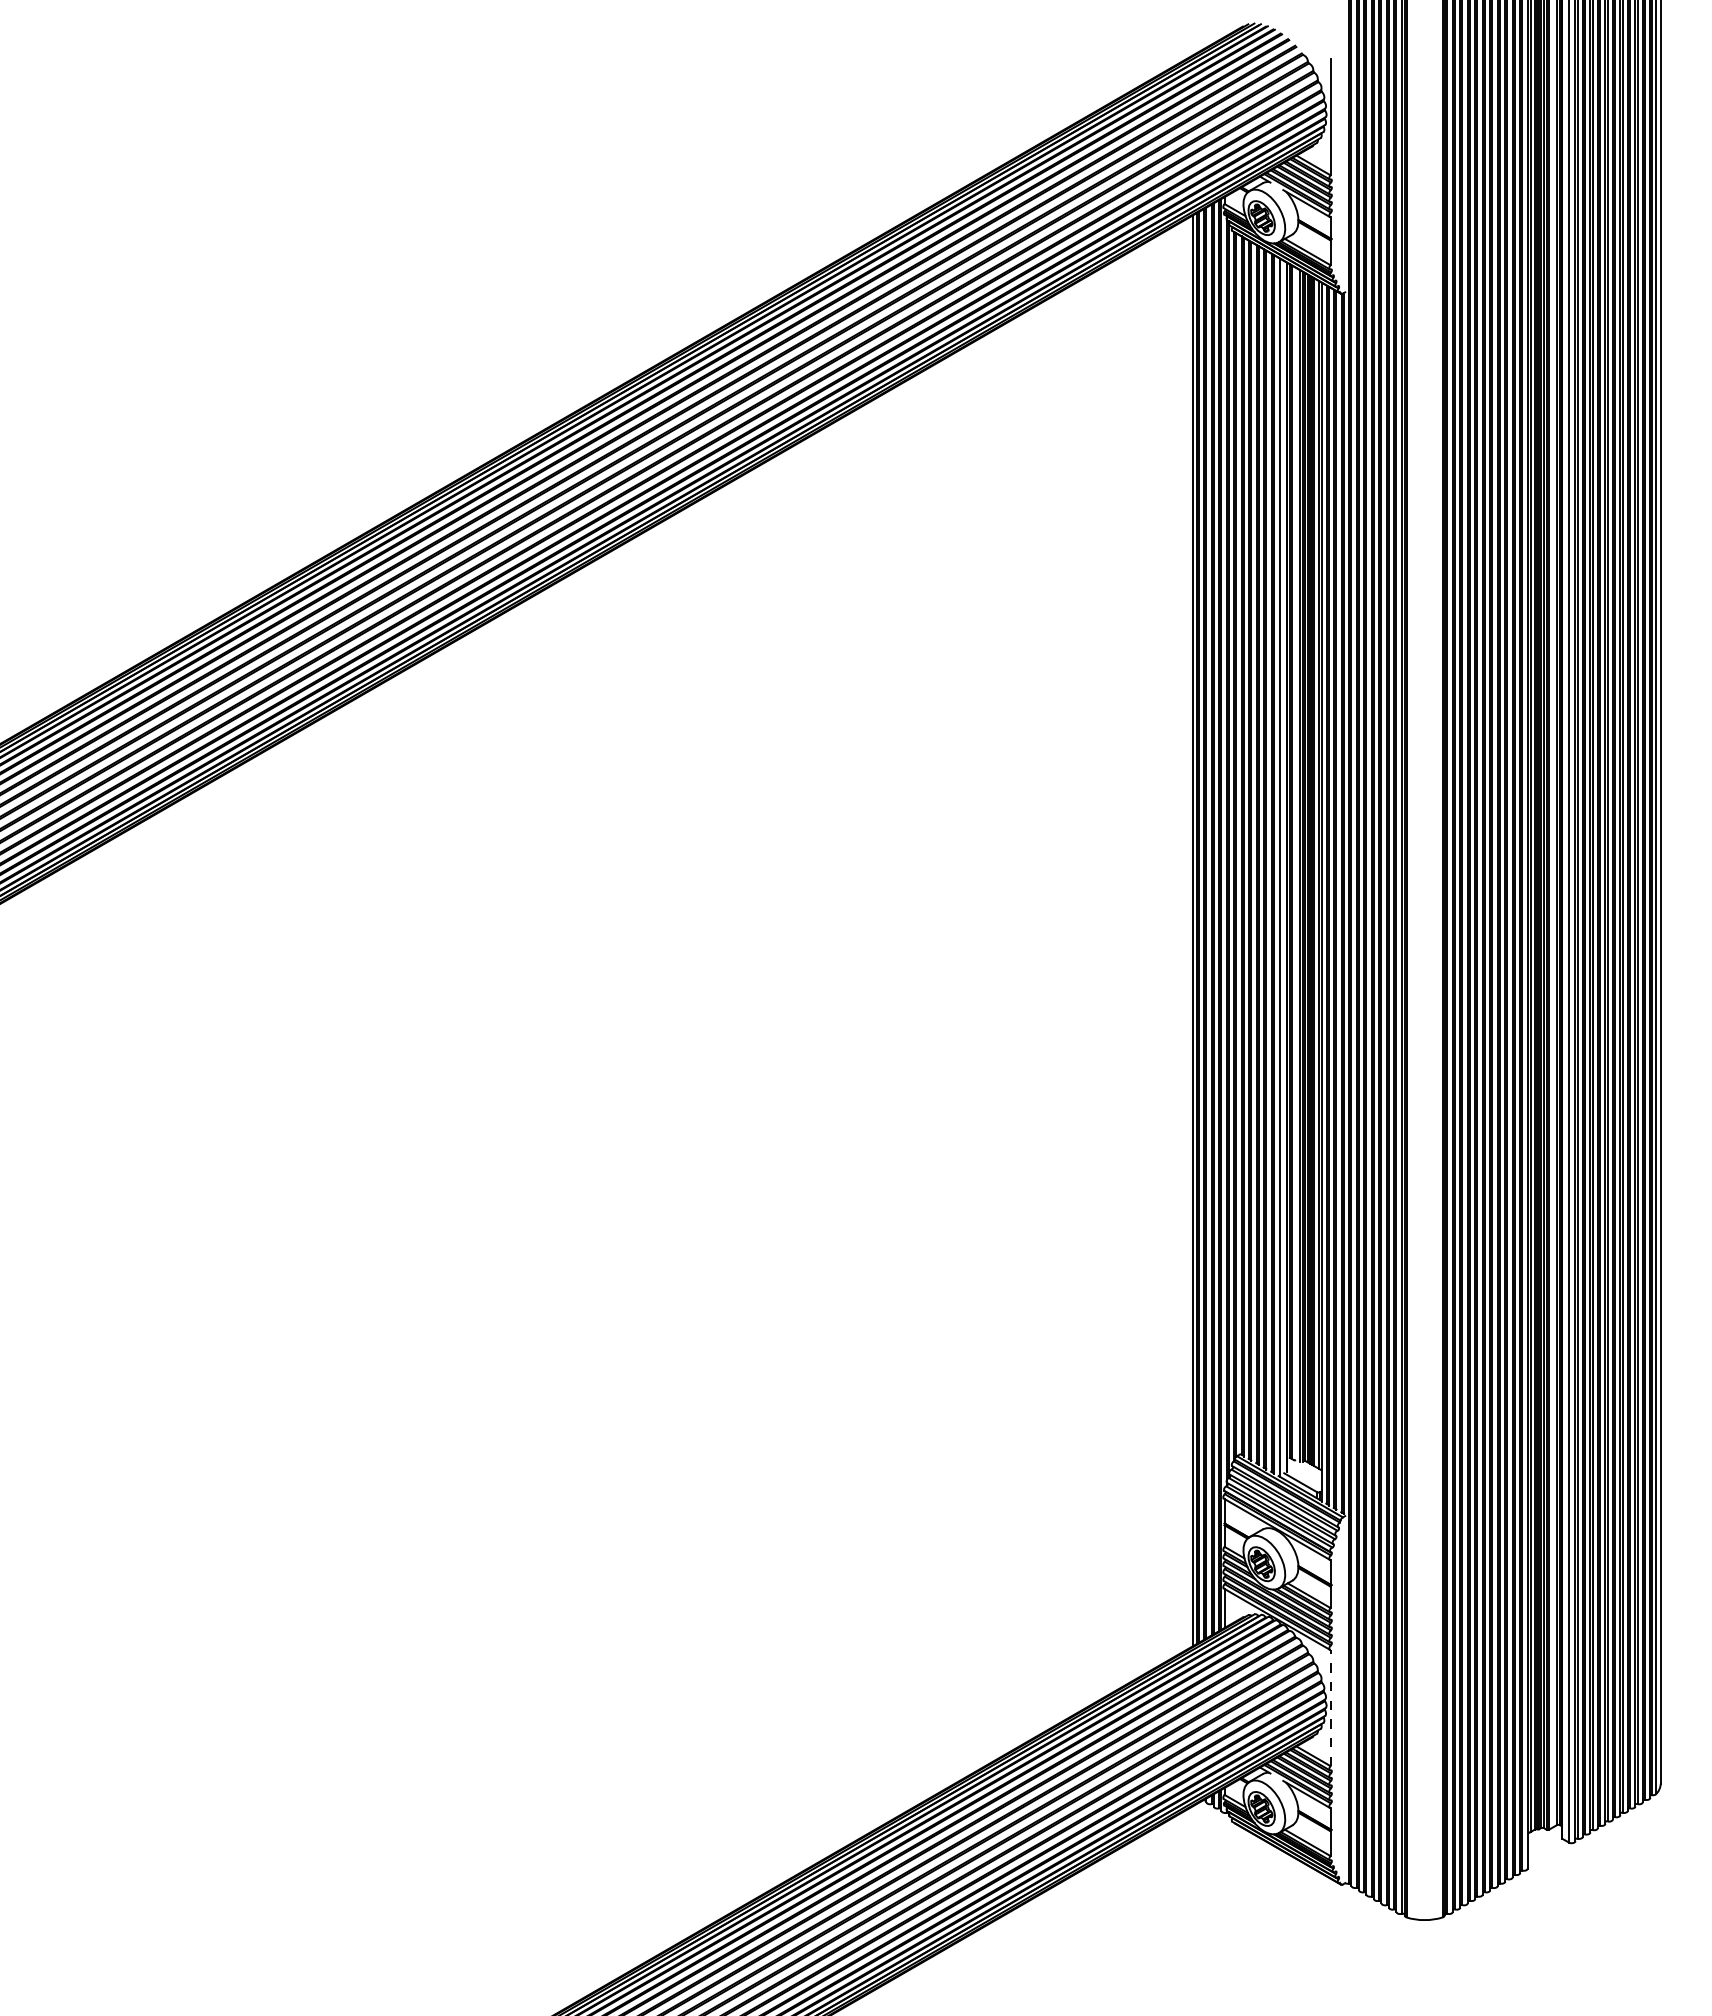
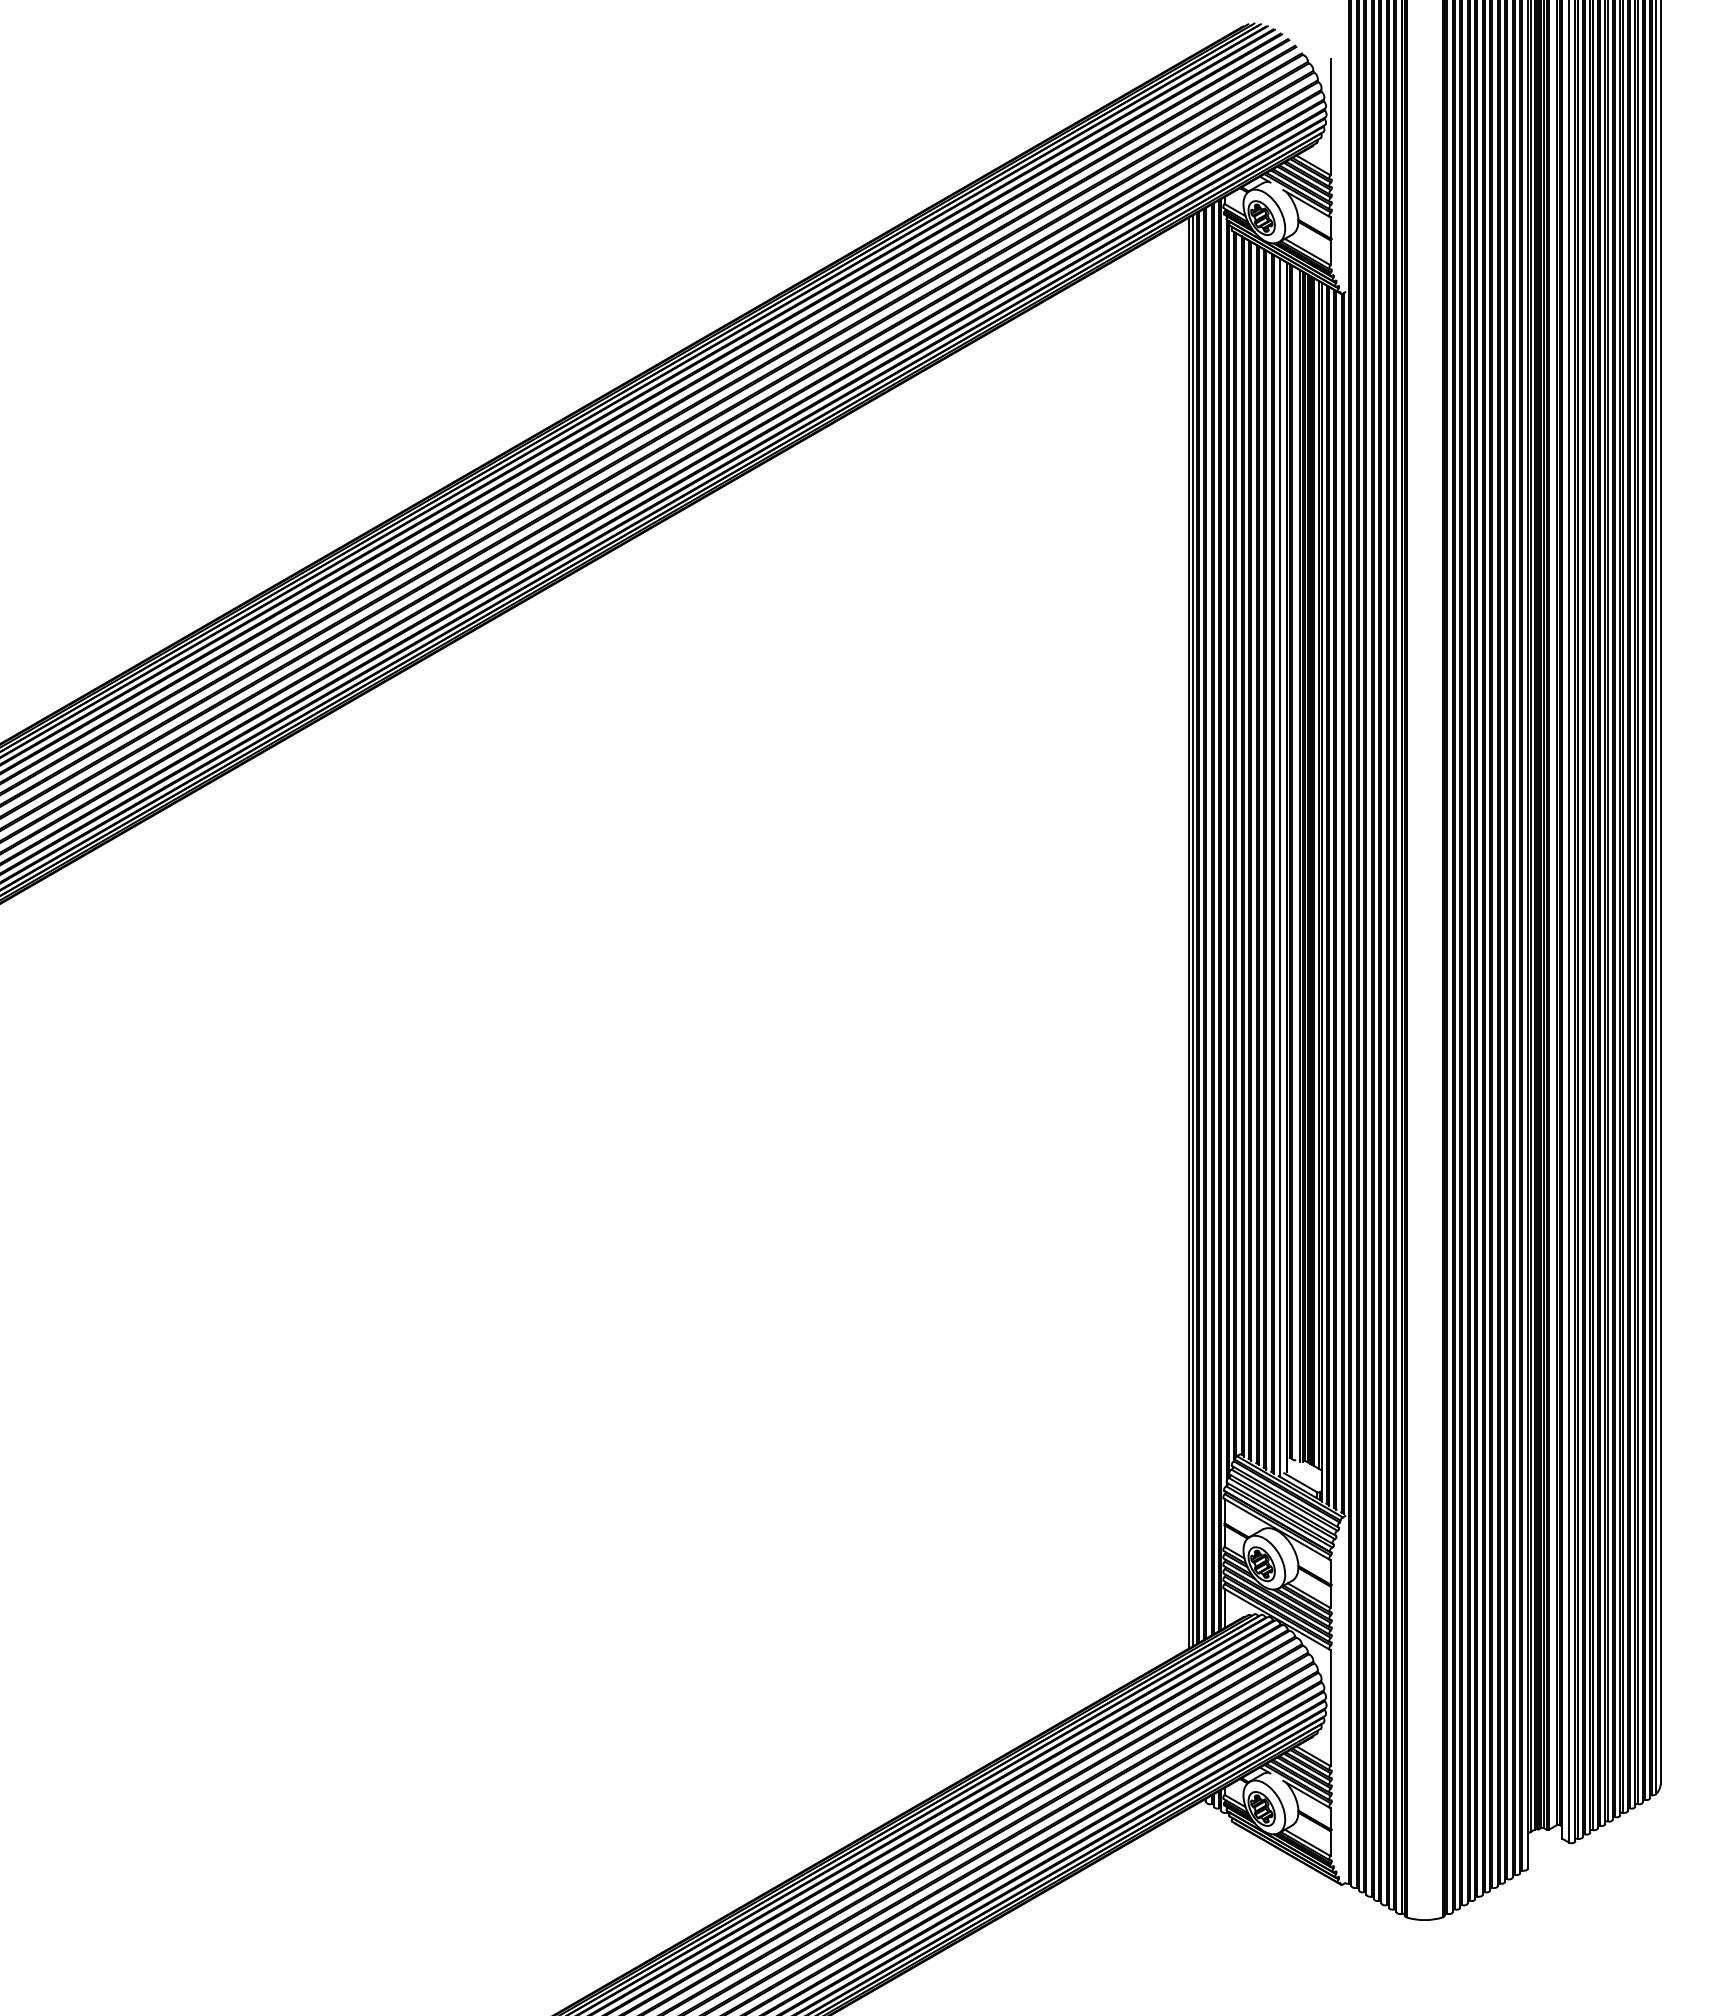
line at (1188, 933): none -> present
line at (1330, 1707): dashed -> solid
